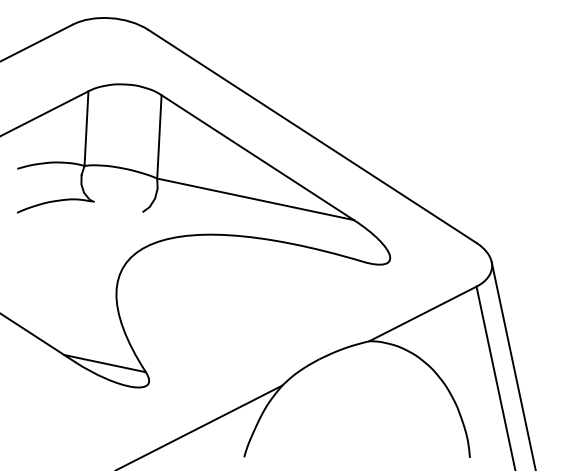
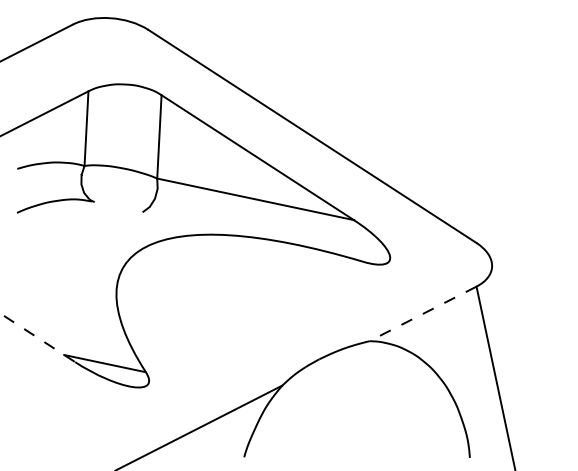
line at (422, 314): solid -> dashed
line at (38, 338): solid -> dashed
line at (513, 364): present -> none
